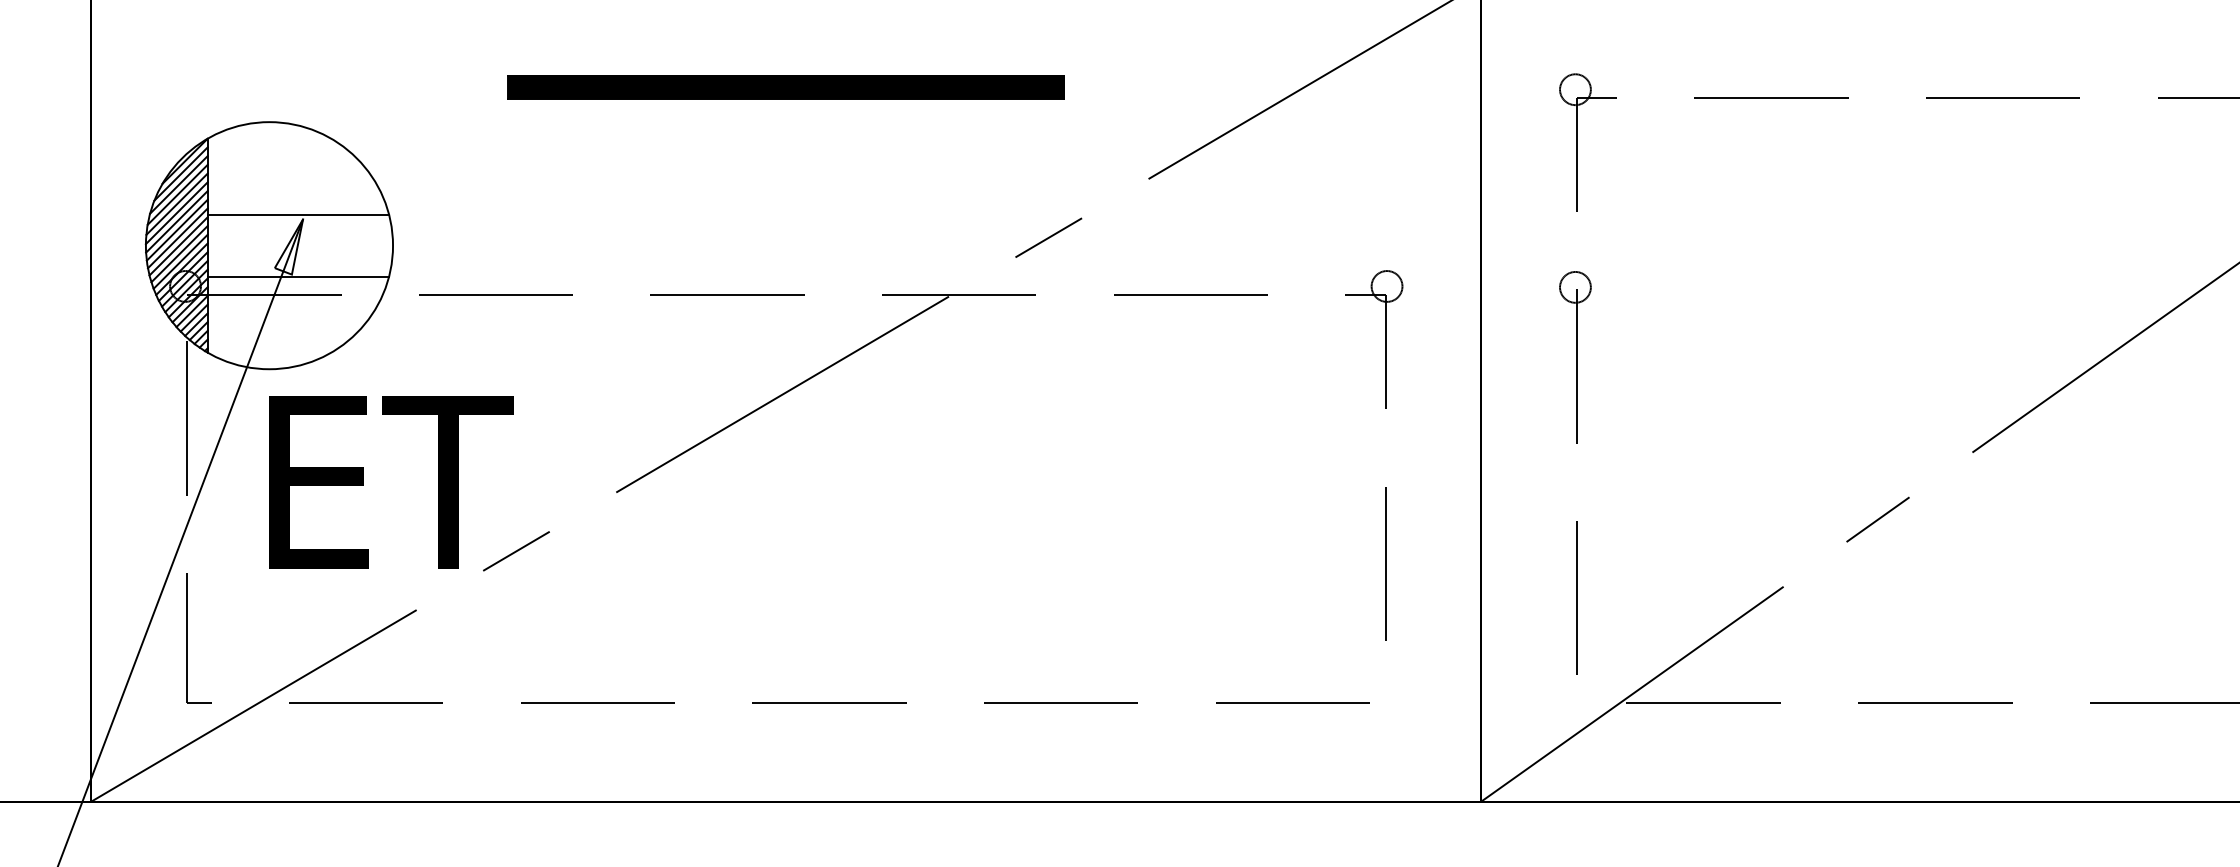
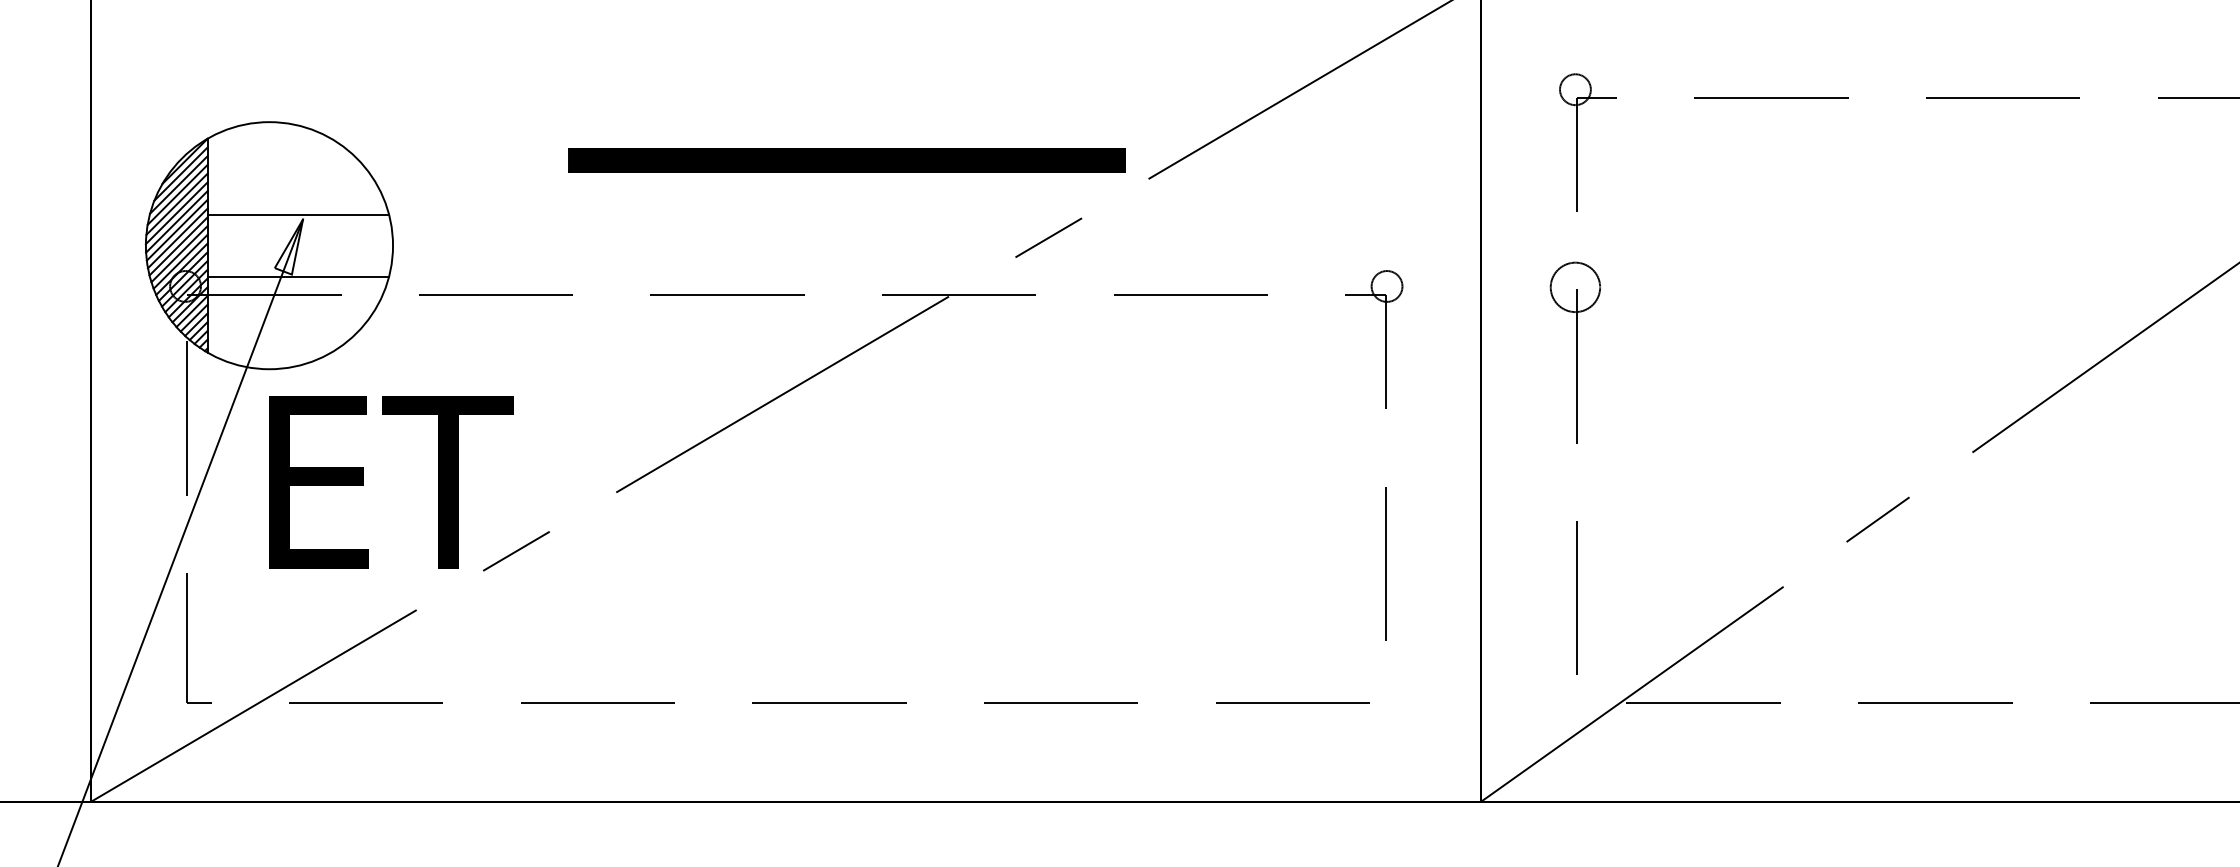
part at (785, 87) position: (785, 87) -> (846, 160)
circle at (1575, 286) diameter: 31 px -> 49 px
